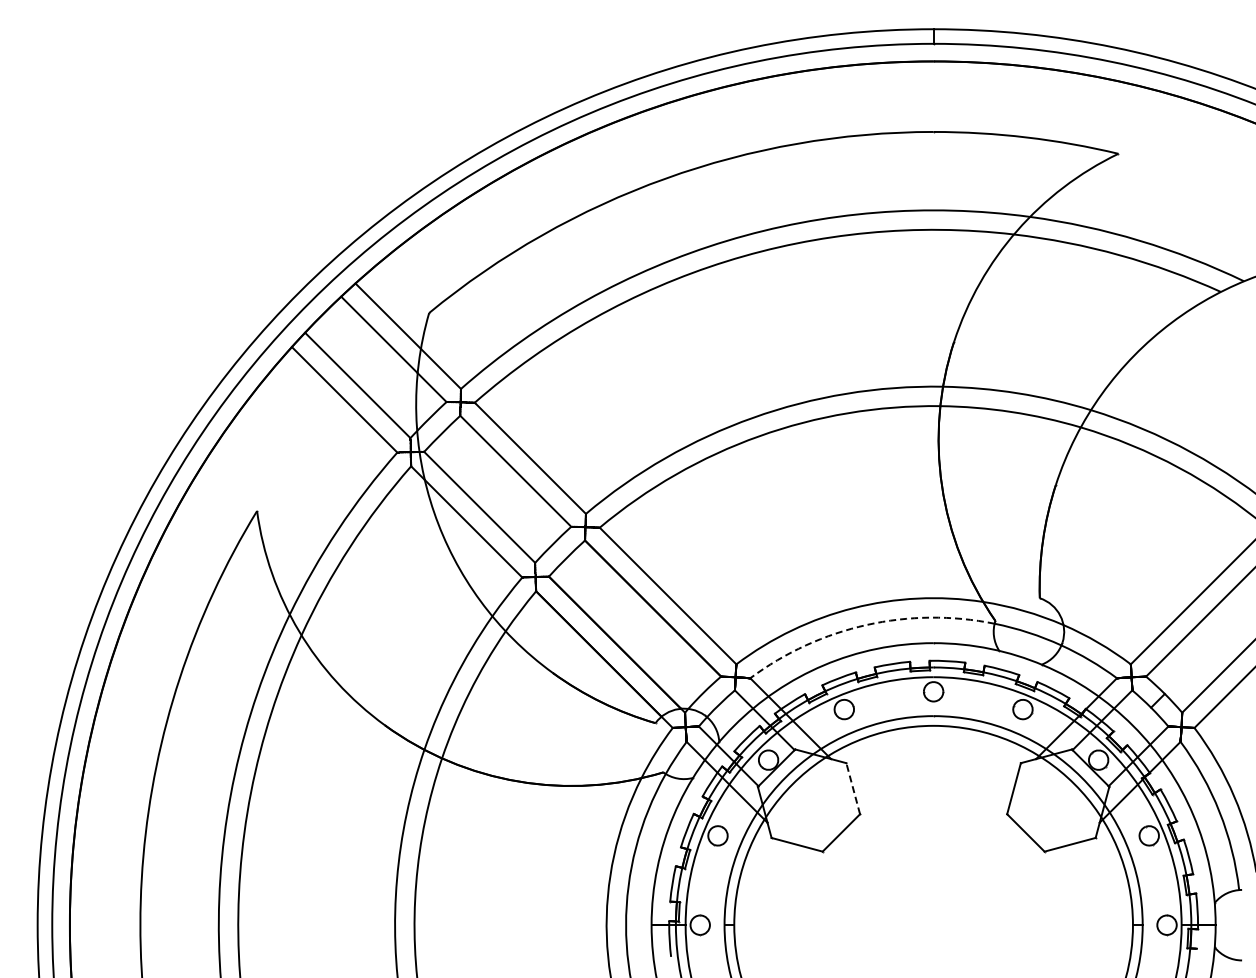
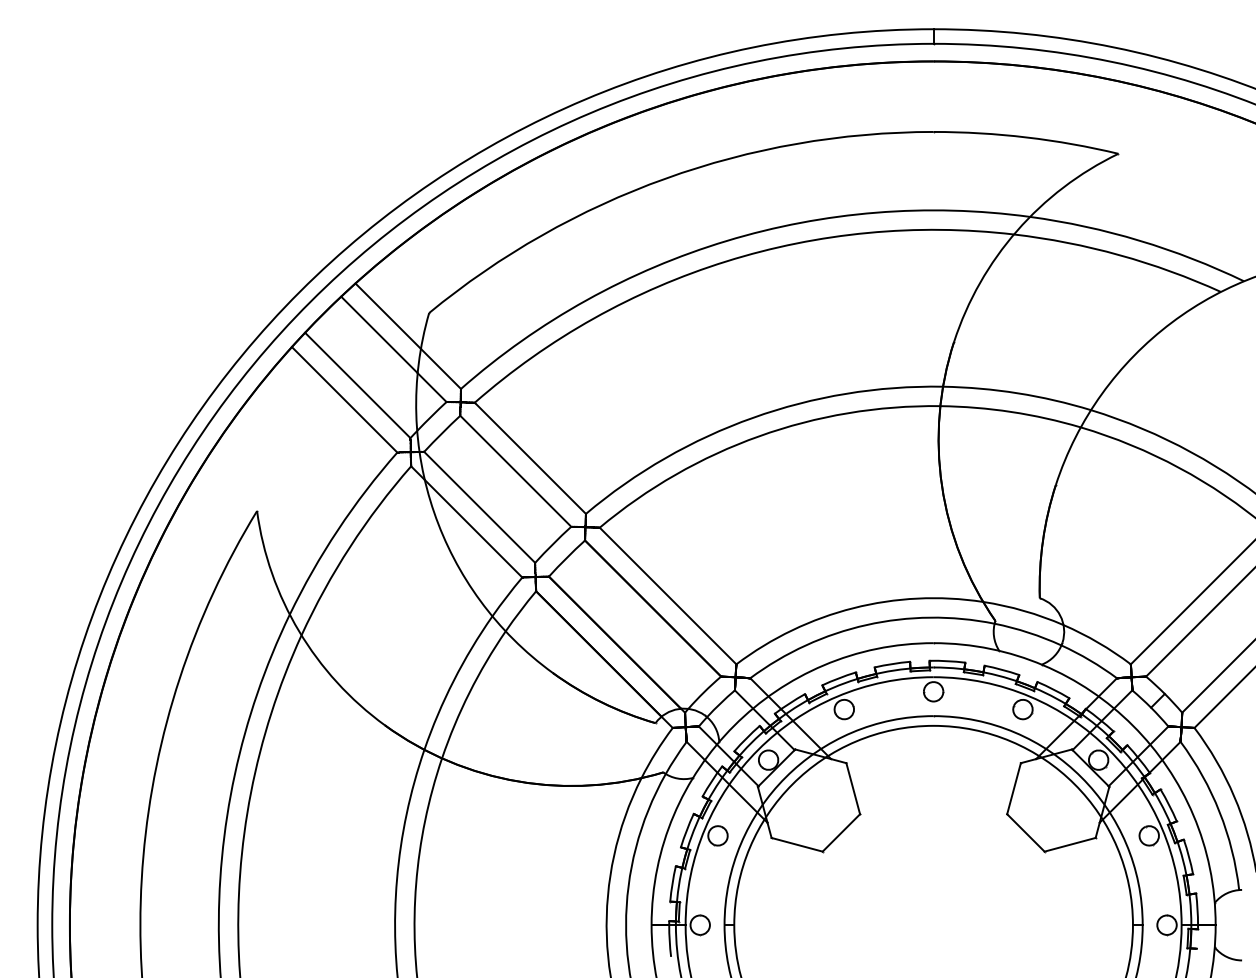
arc at (866, 625): dashed -> solid
line at (853, 788): dashed -> solid
